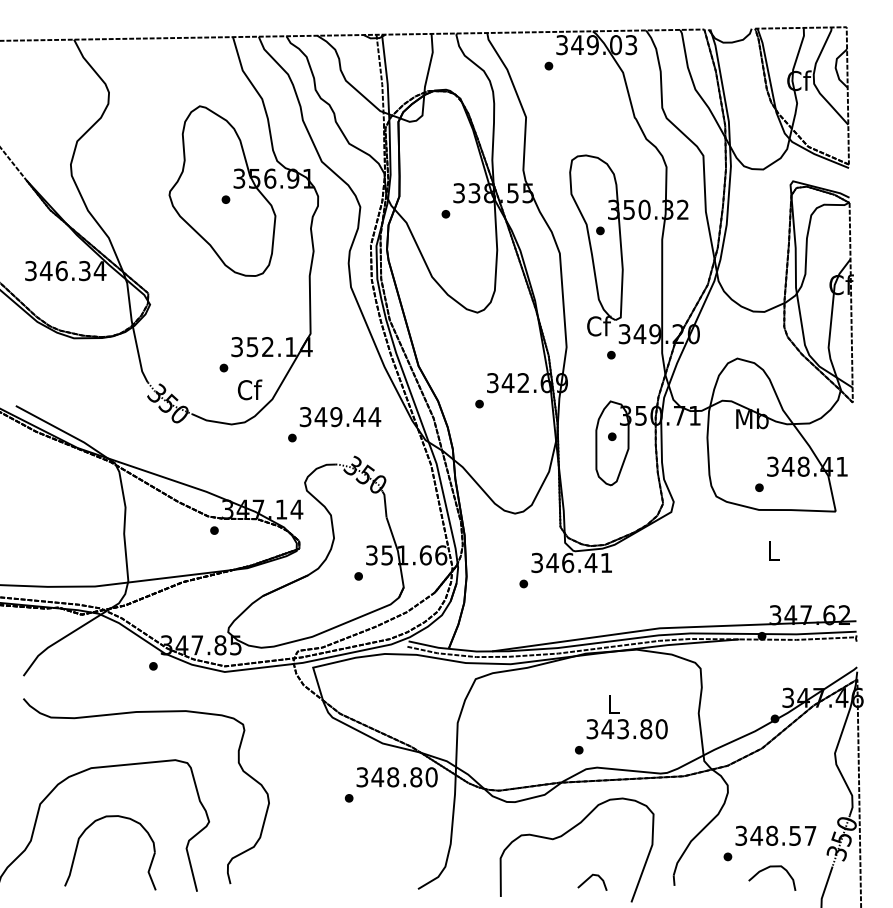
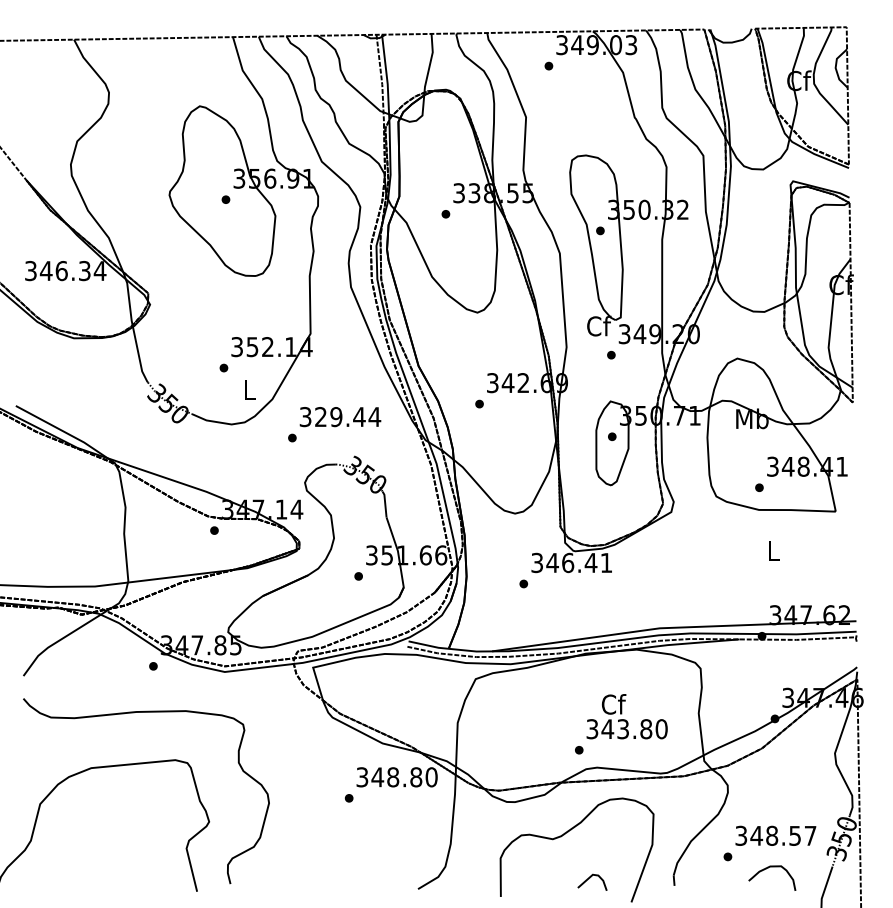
text at (249, 389): Cf -> L
text at (320, 416): 349.44 -> 329.44
text at (613, 704): L -> Cf
part at (83, 834): present -> none
